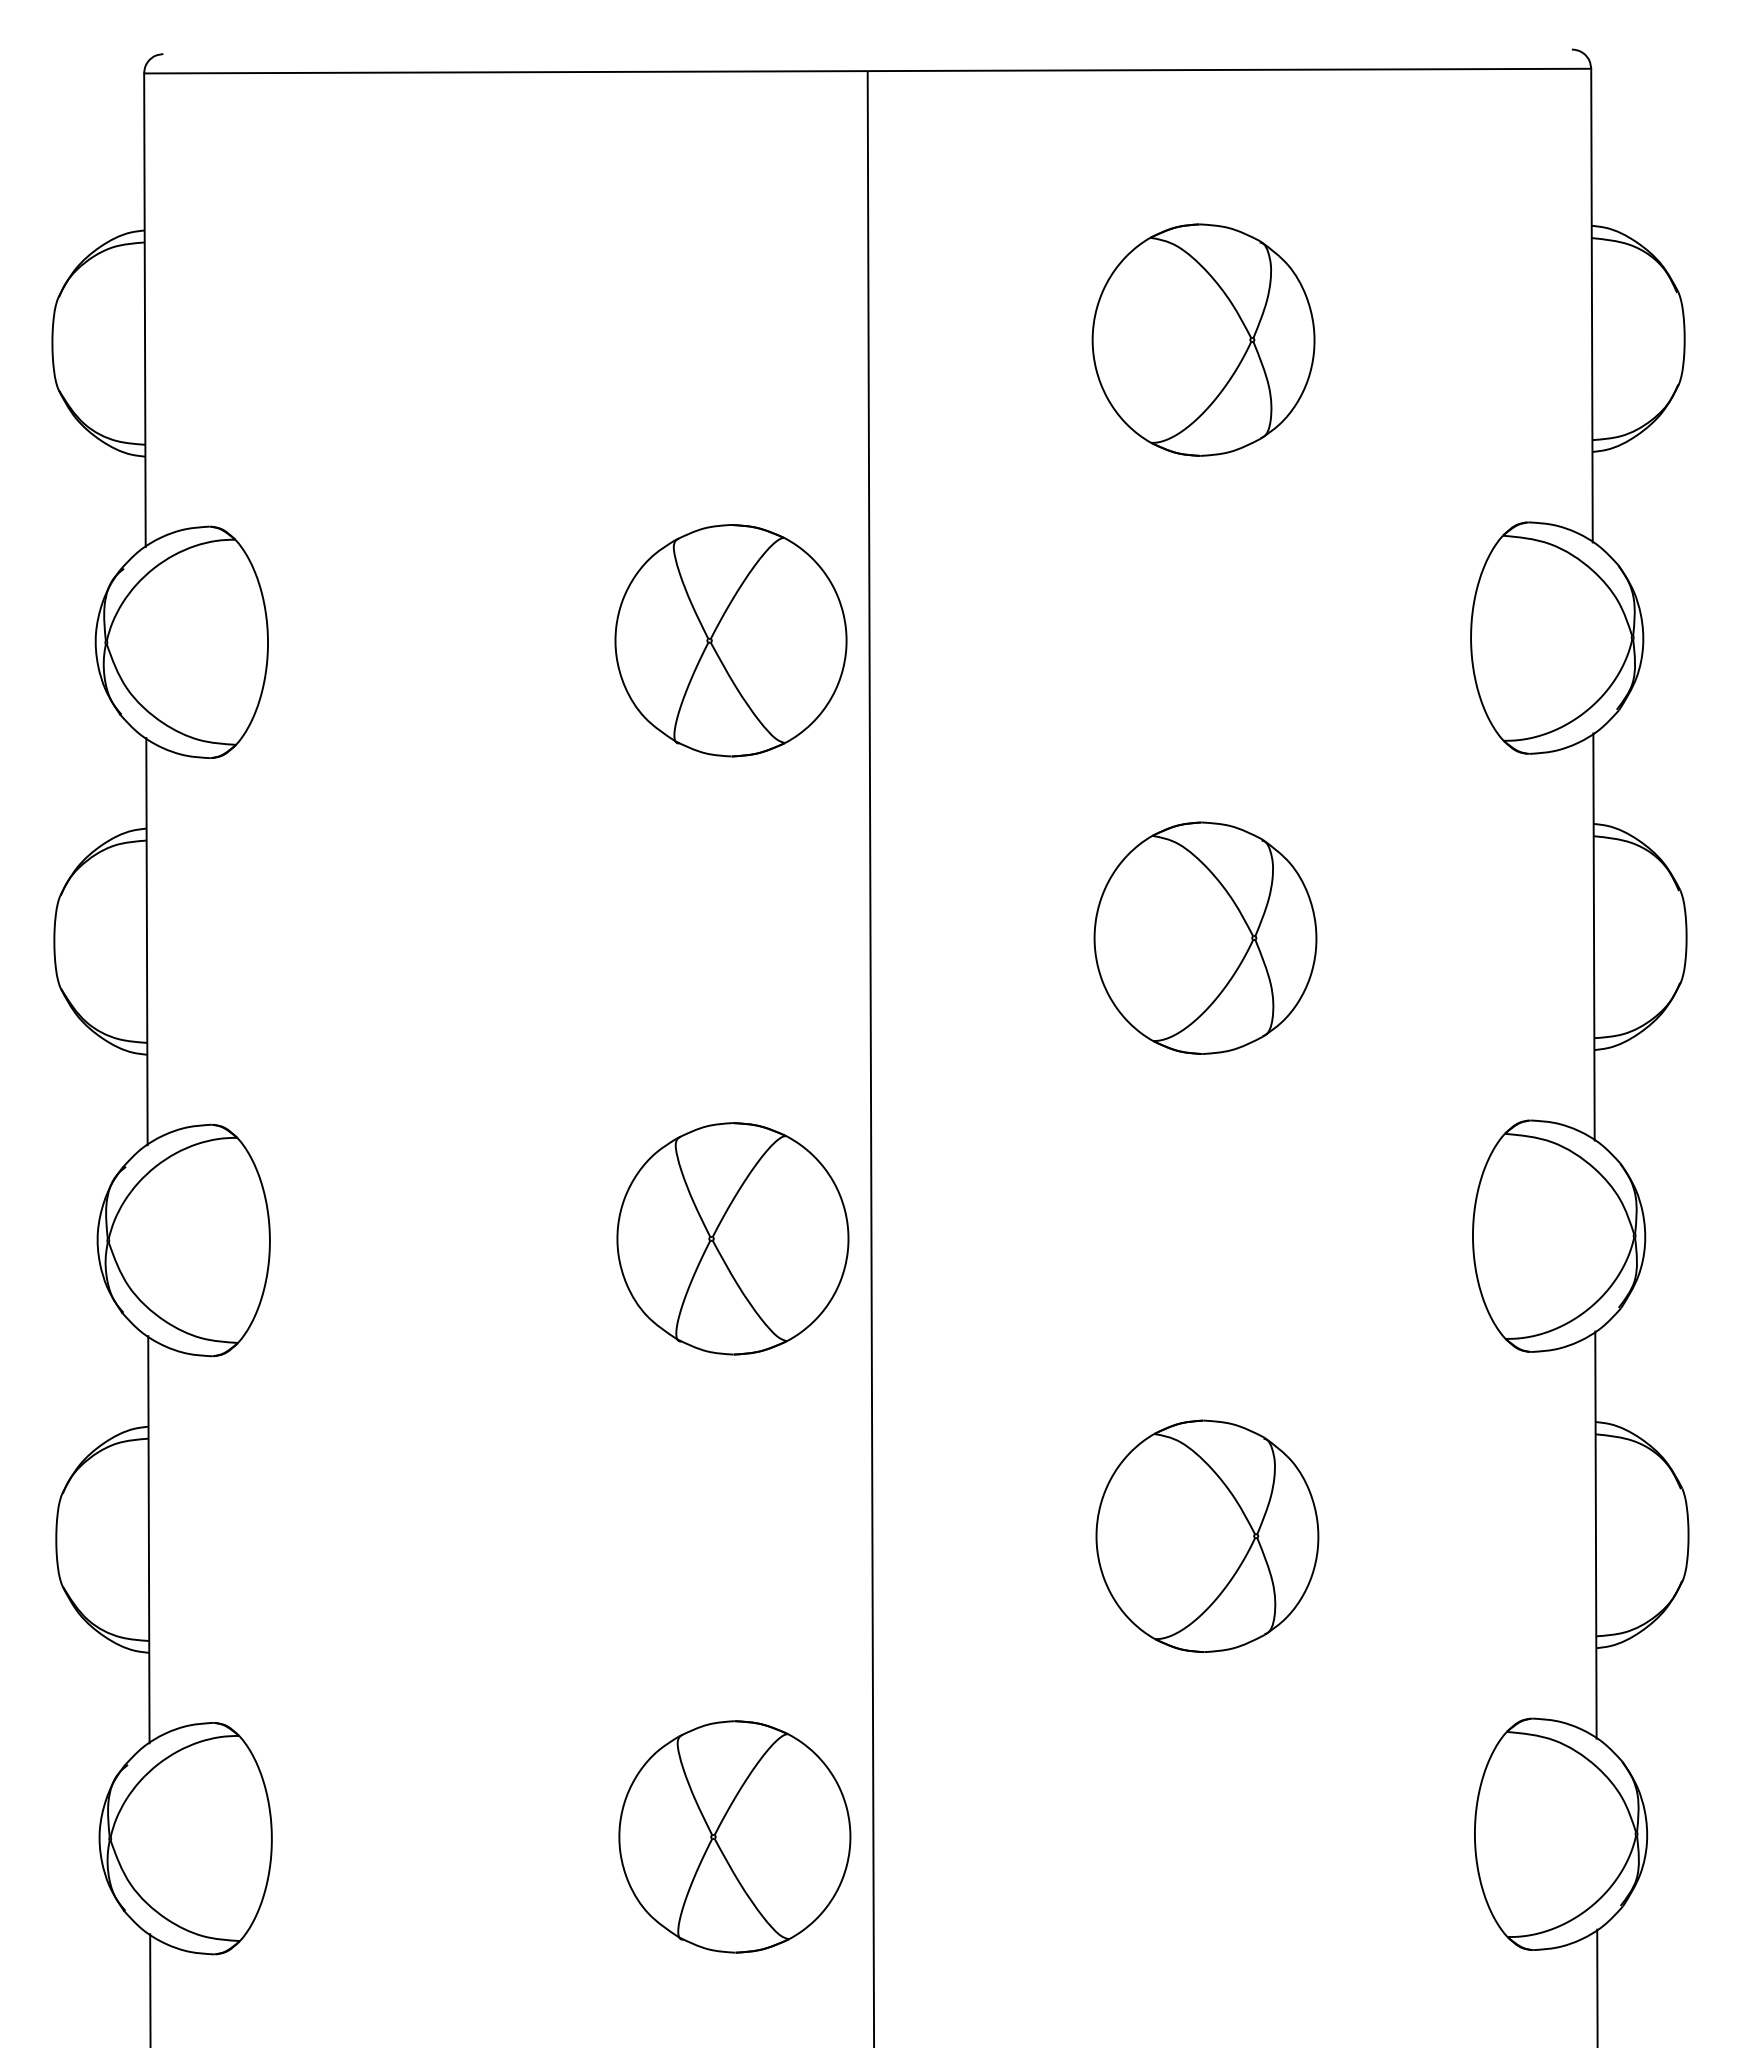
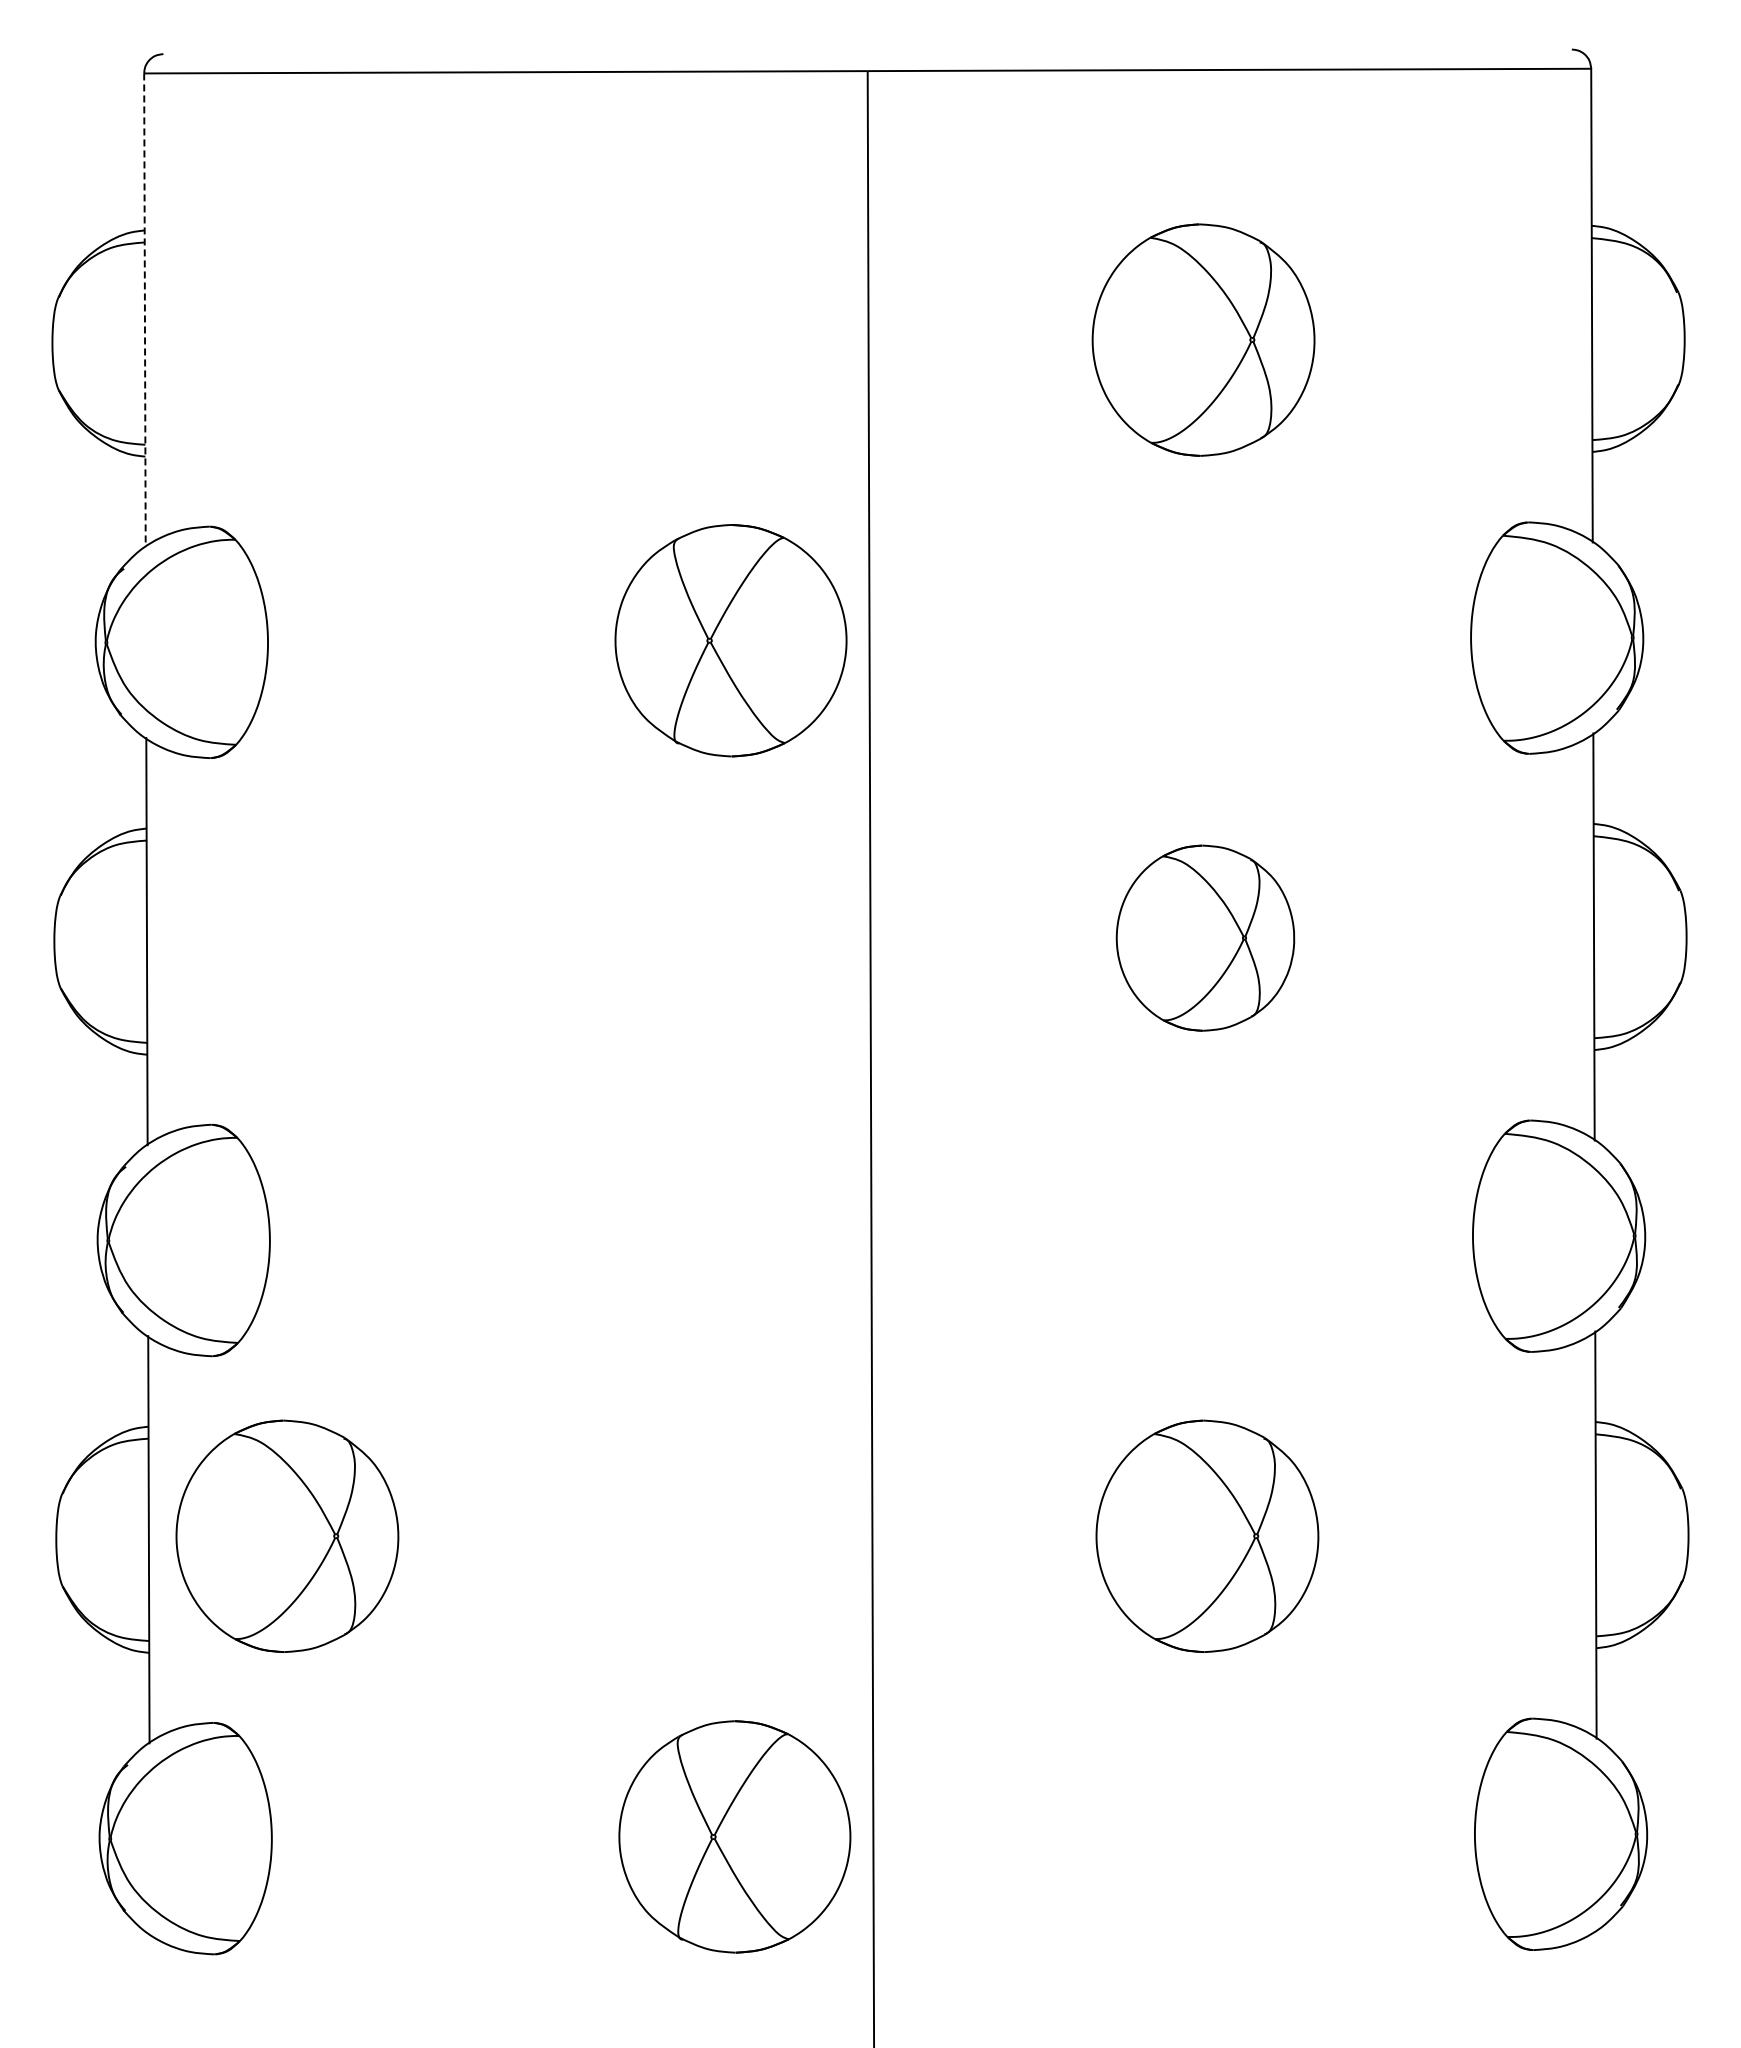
line at (144, 310): solid -> dashed
part at (1205, 937) size: 225x234 px -> 181x188 px
part at (732, 1238): present -> none
part at (287, 1535): none -> present
line at (1597, 1986): present -> none
line at (150, 1989): present -> none
